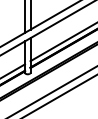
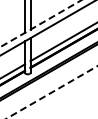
line at (40, 23): solid -> dashed
line at (51, 92): solid -> dashed
line at (60, 95): present -> none
